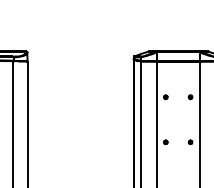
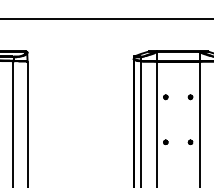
line at (106, 19): none -> present
